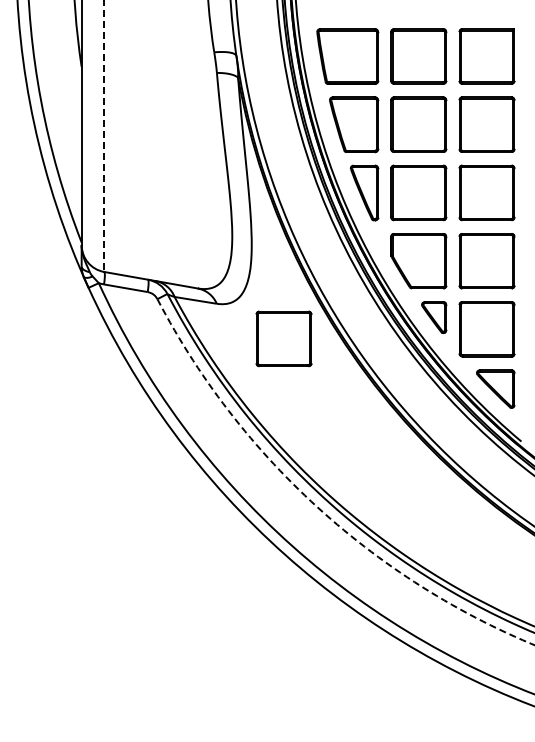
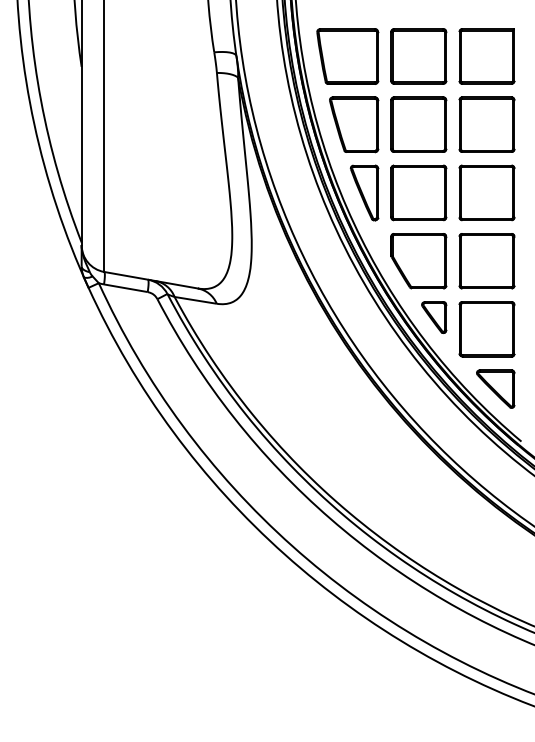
line at (104, 136): dashed -> solid
part at (283, 338): present -> none
arc at (316, 505): dashed -> solid
